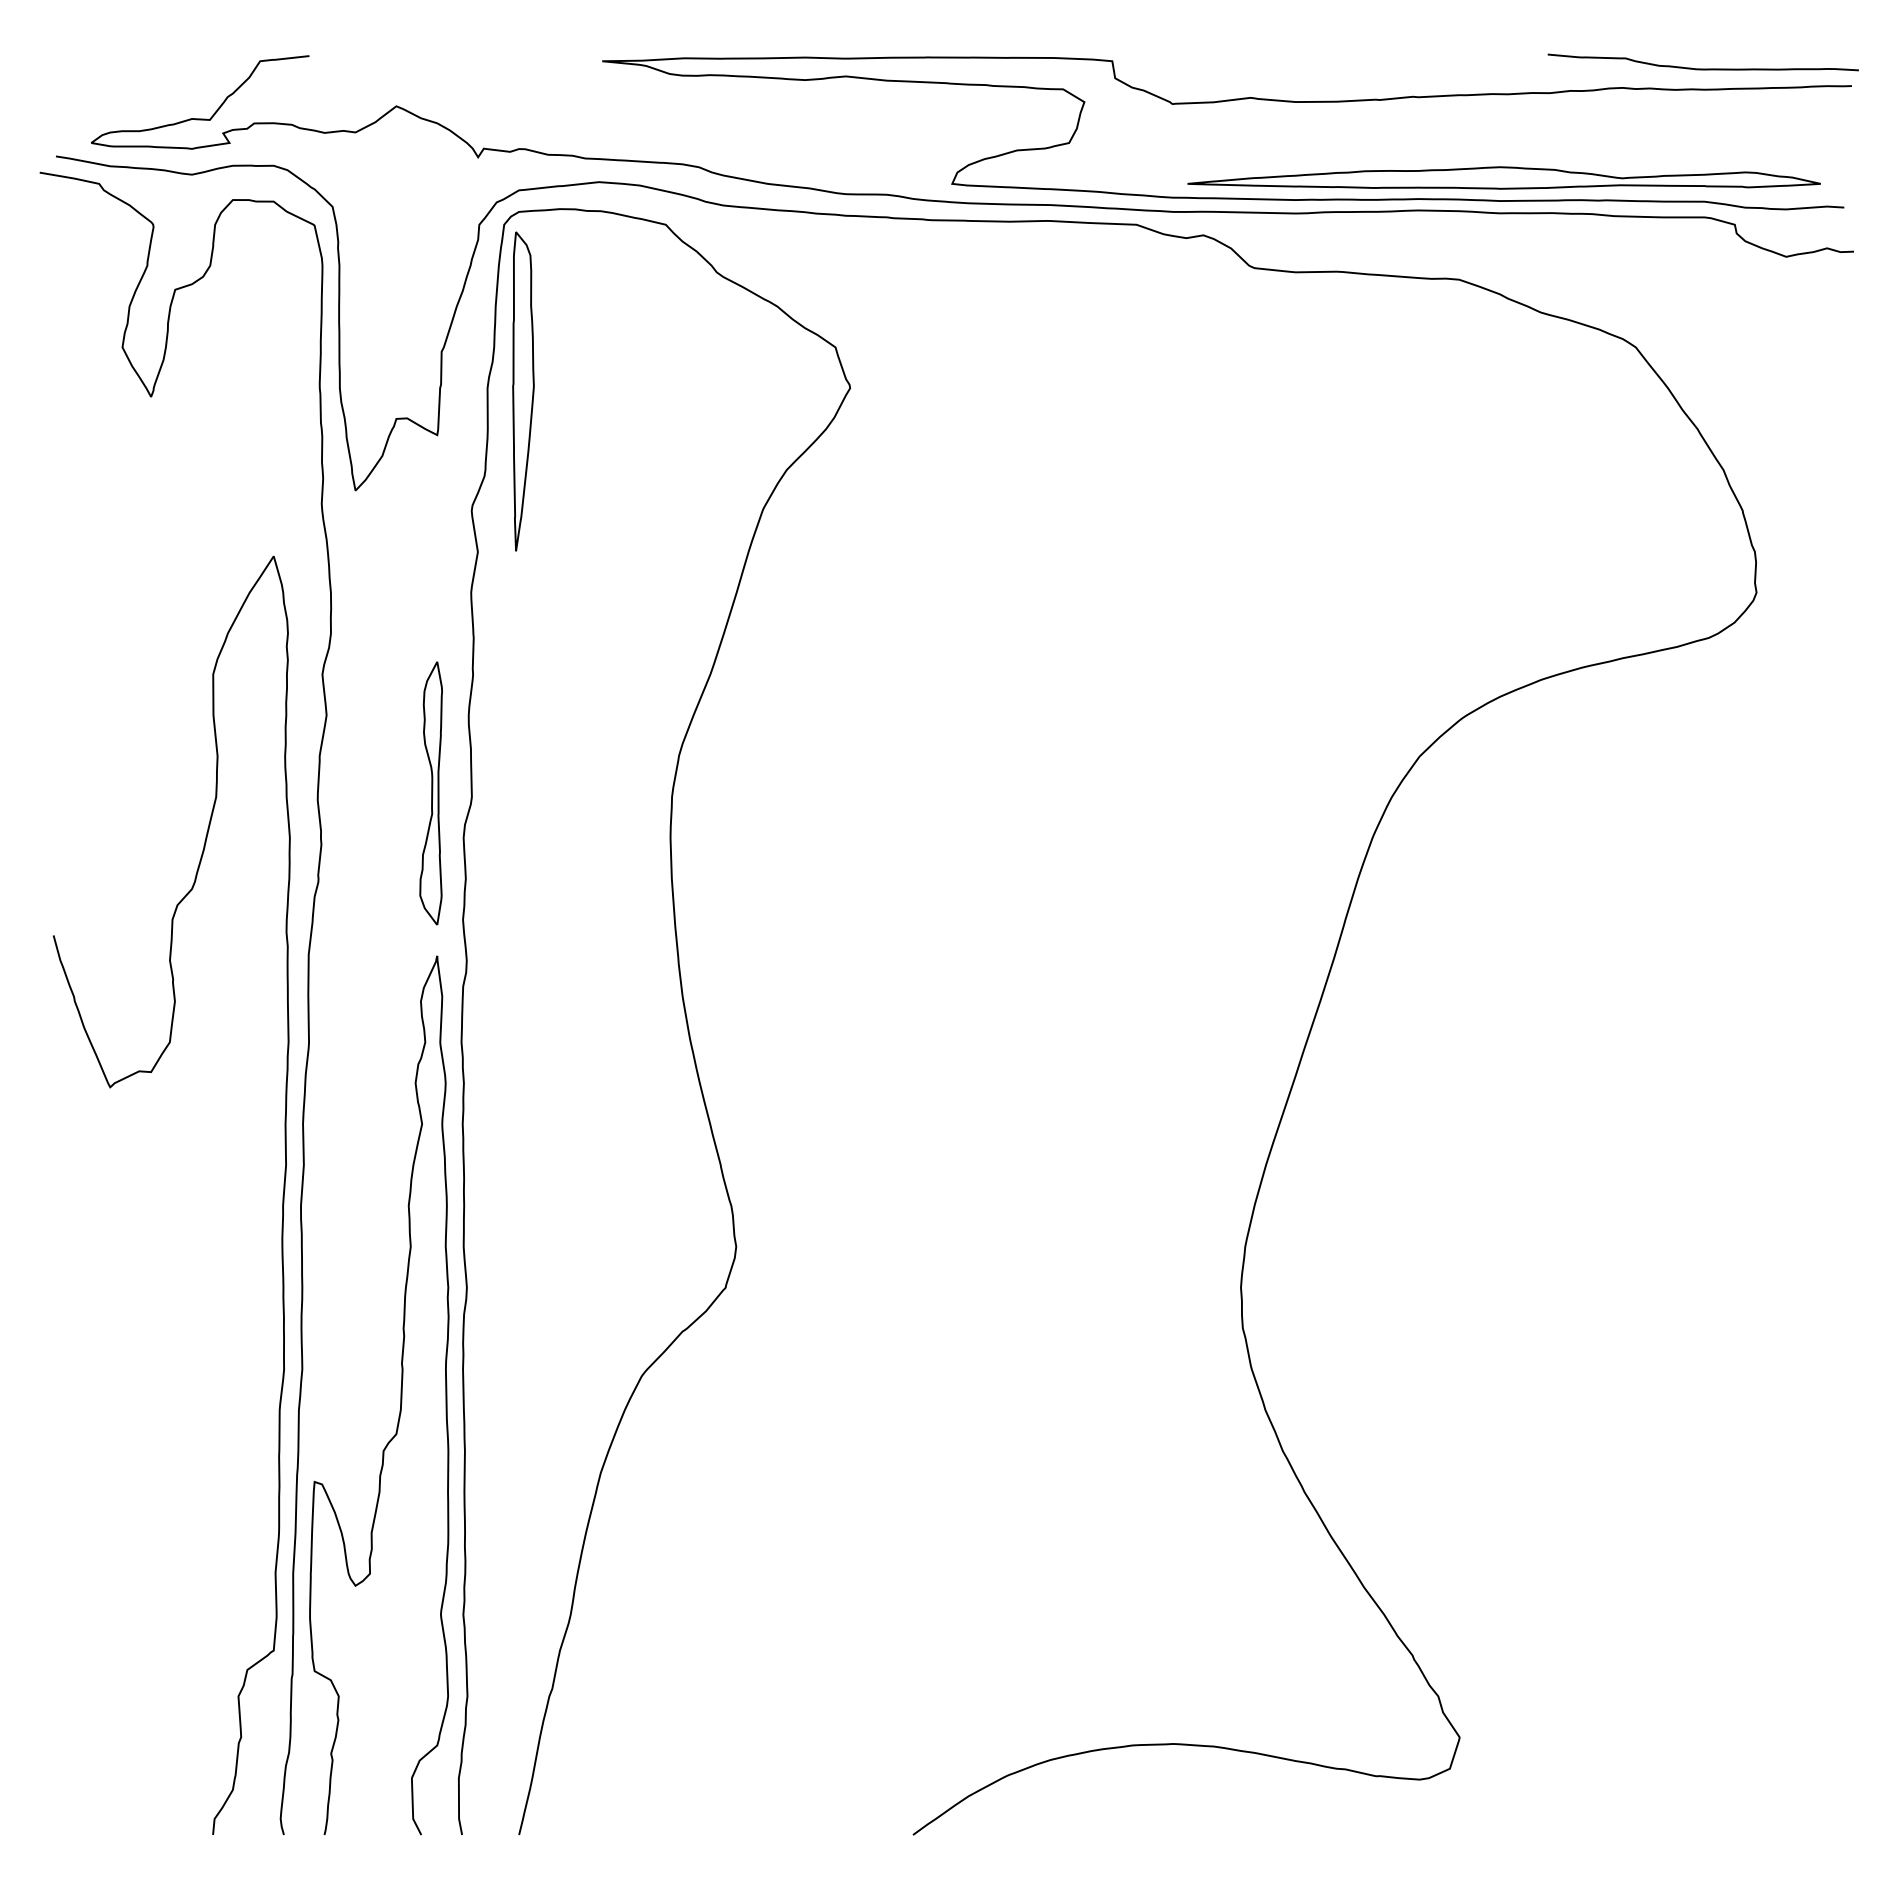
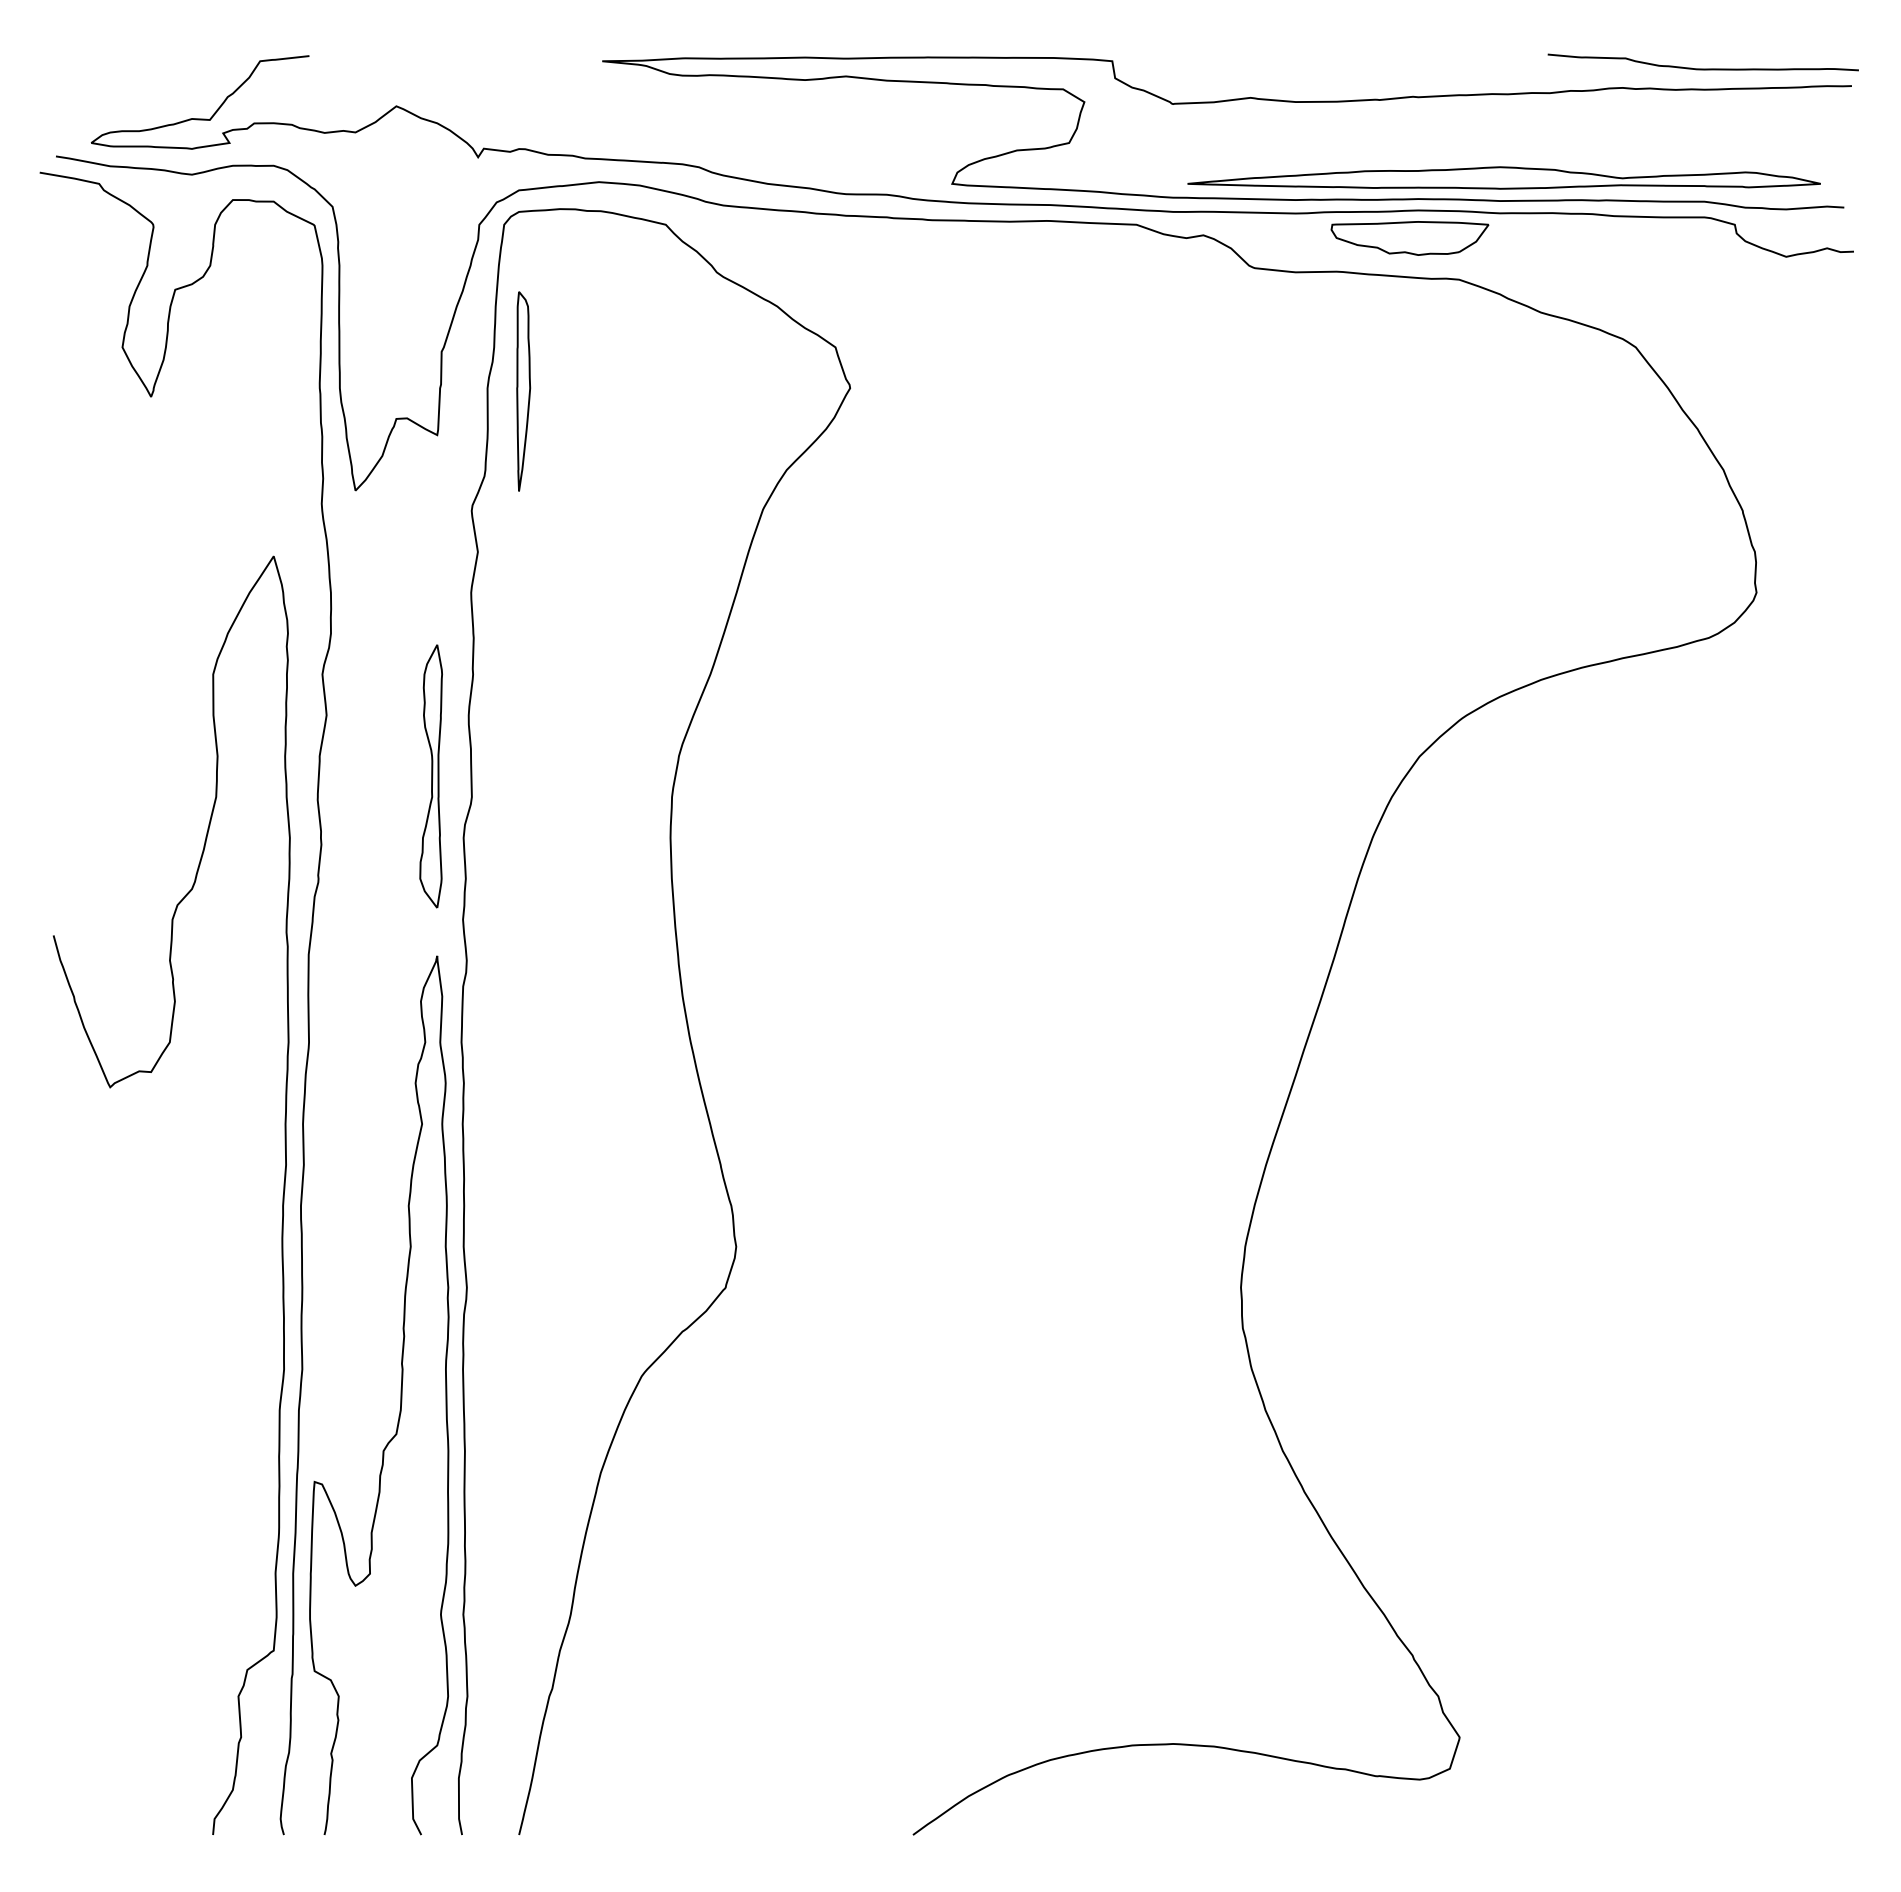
part at (1409, 238): none -> present
part at (523, 391) size: 23x321 px -> 16x201 px
part at (430, 793) position: (430, 793) -> (430, 776)
